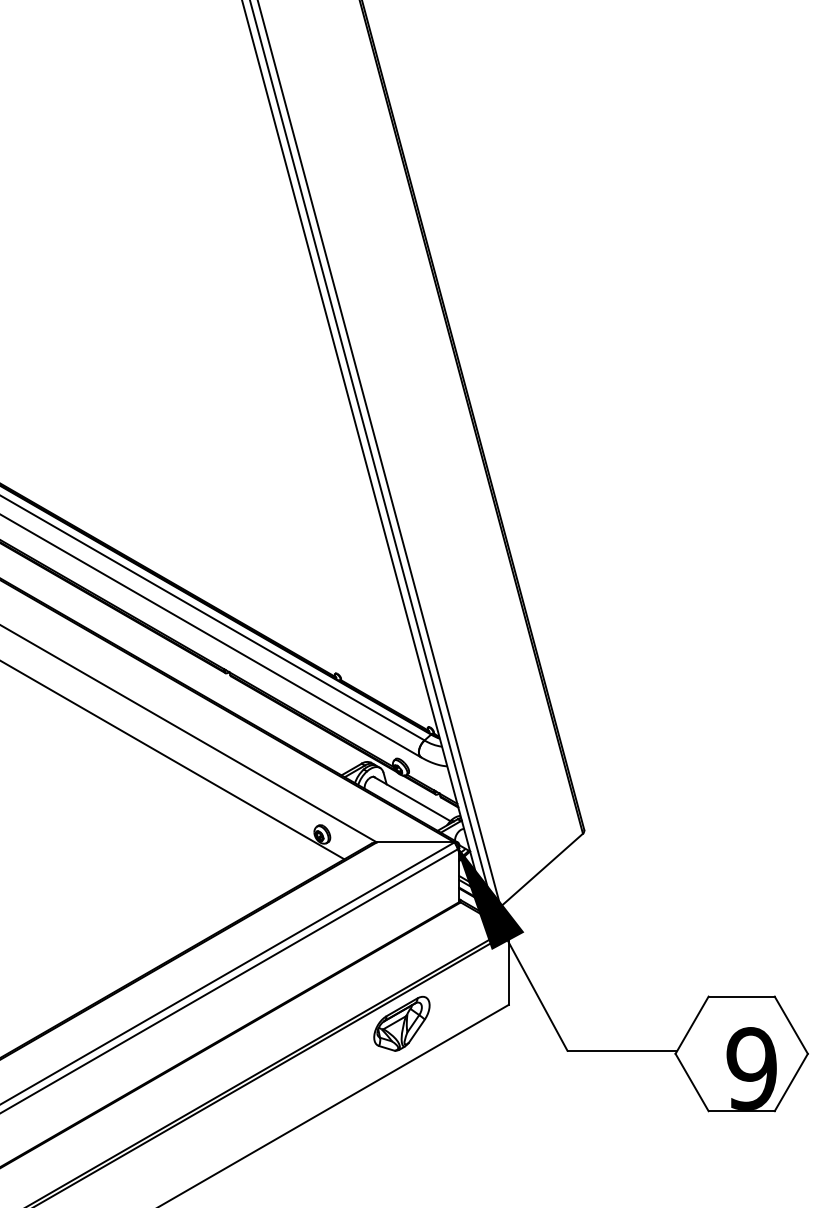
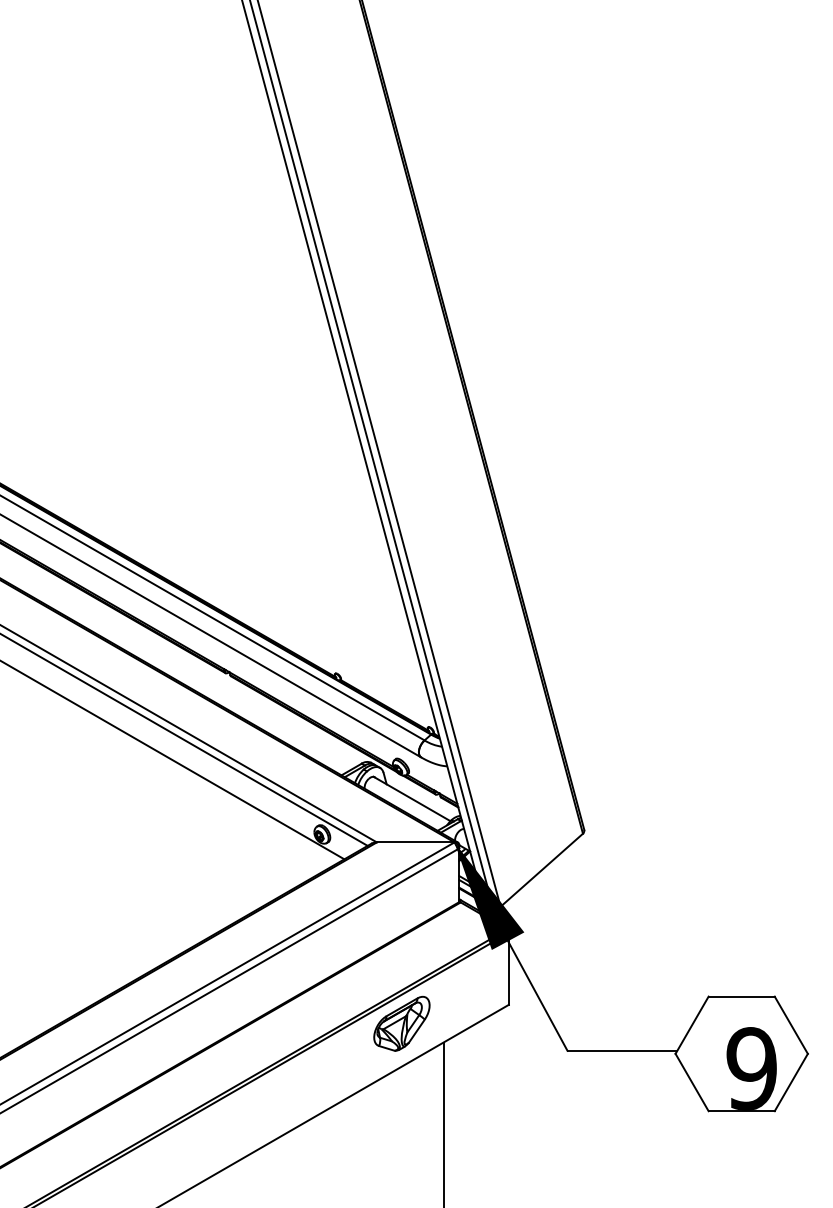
line at (184, 740): none -> present
line at (443, 1123): none -> present
